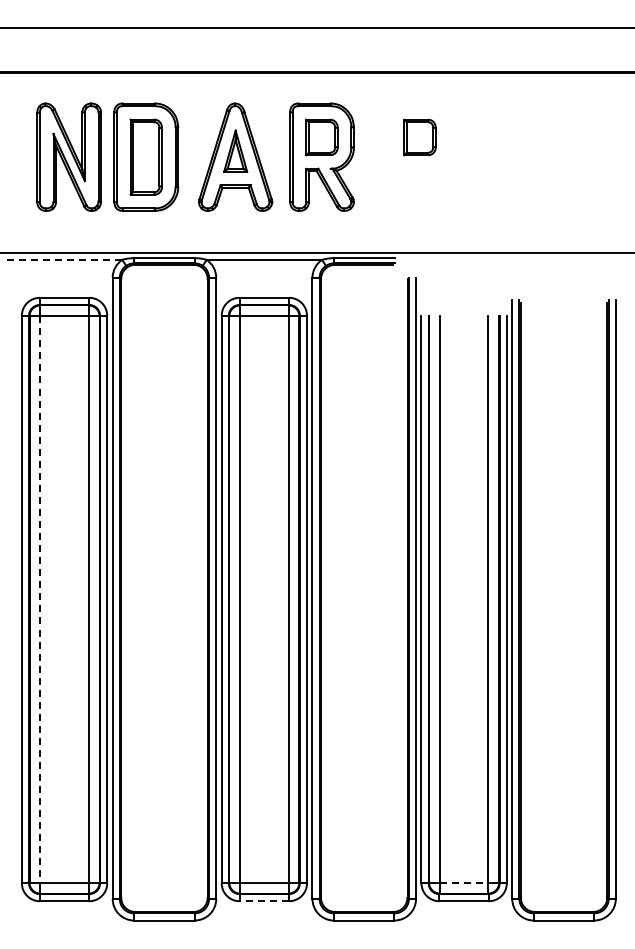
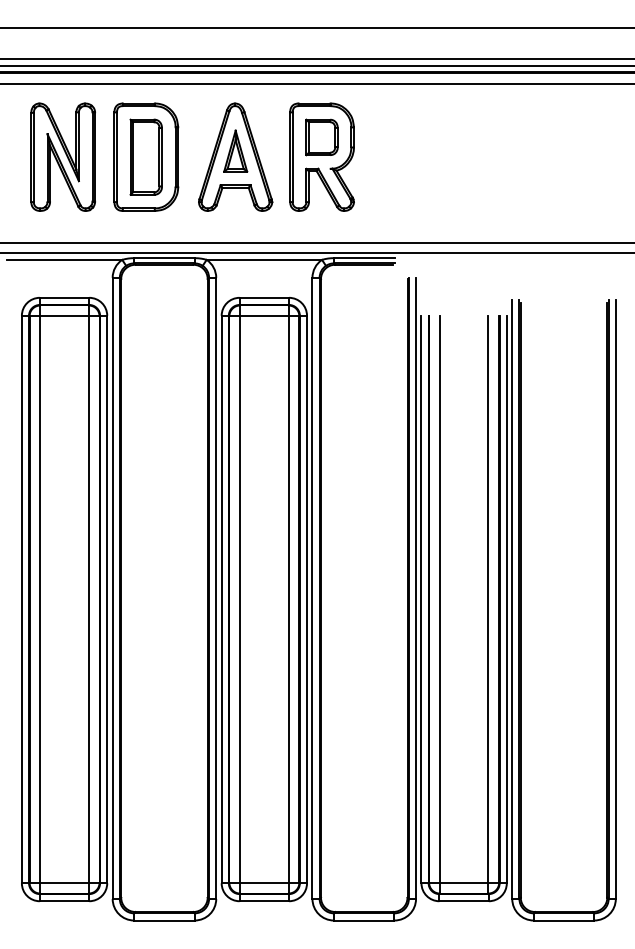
line at (316, 58): none -> present
line at (316, 65): none -> present
line at (316, 83): none -> present
part at (419, 137): present -> none
part at (68, 156) position: (68, 156) -> (62, 156)
line at (316, 242): none -> present
line at (64, 259): dashed -> solid
line at (40, 600): dashed -> solid
line at (464, 882): dashed -> solid
line at (264, 901): dashed -> solid
